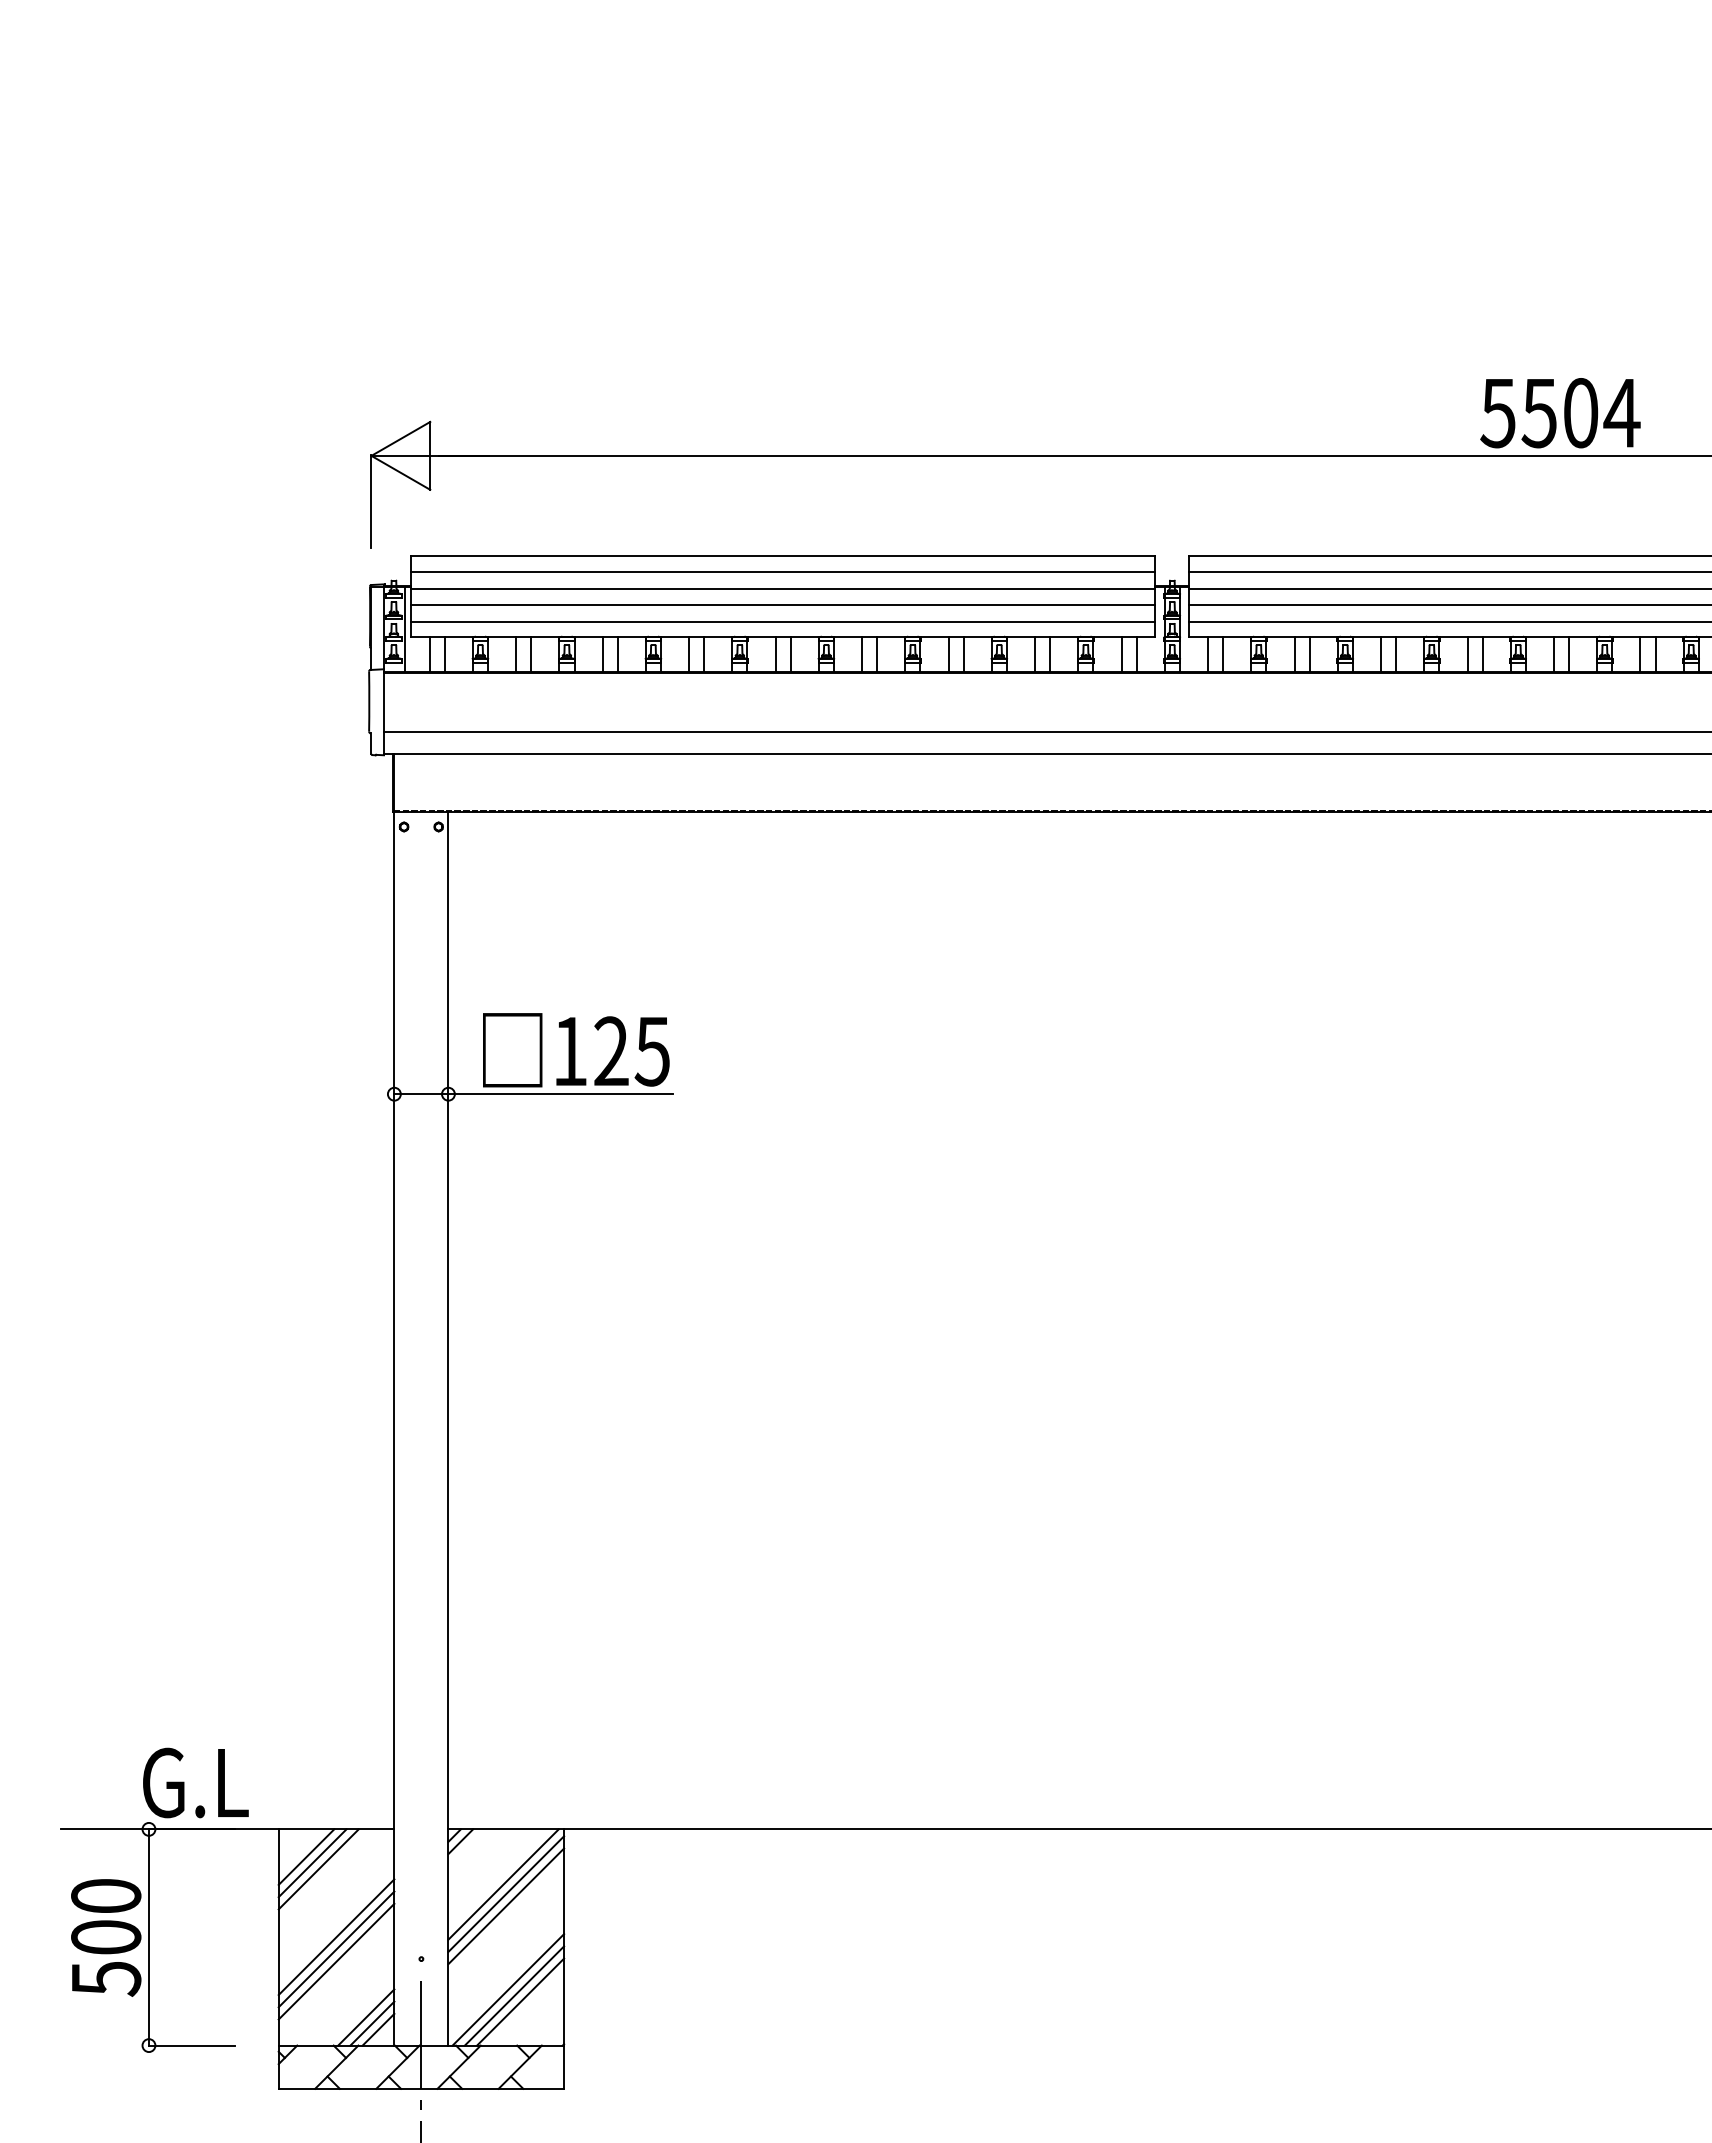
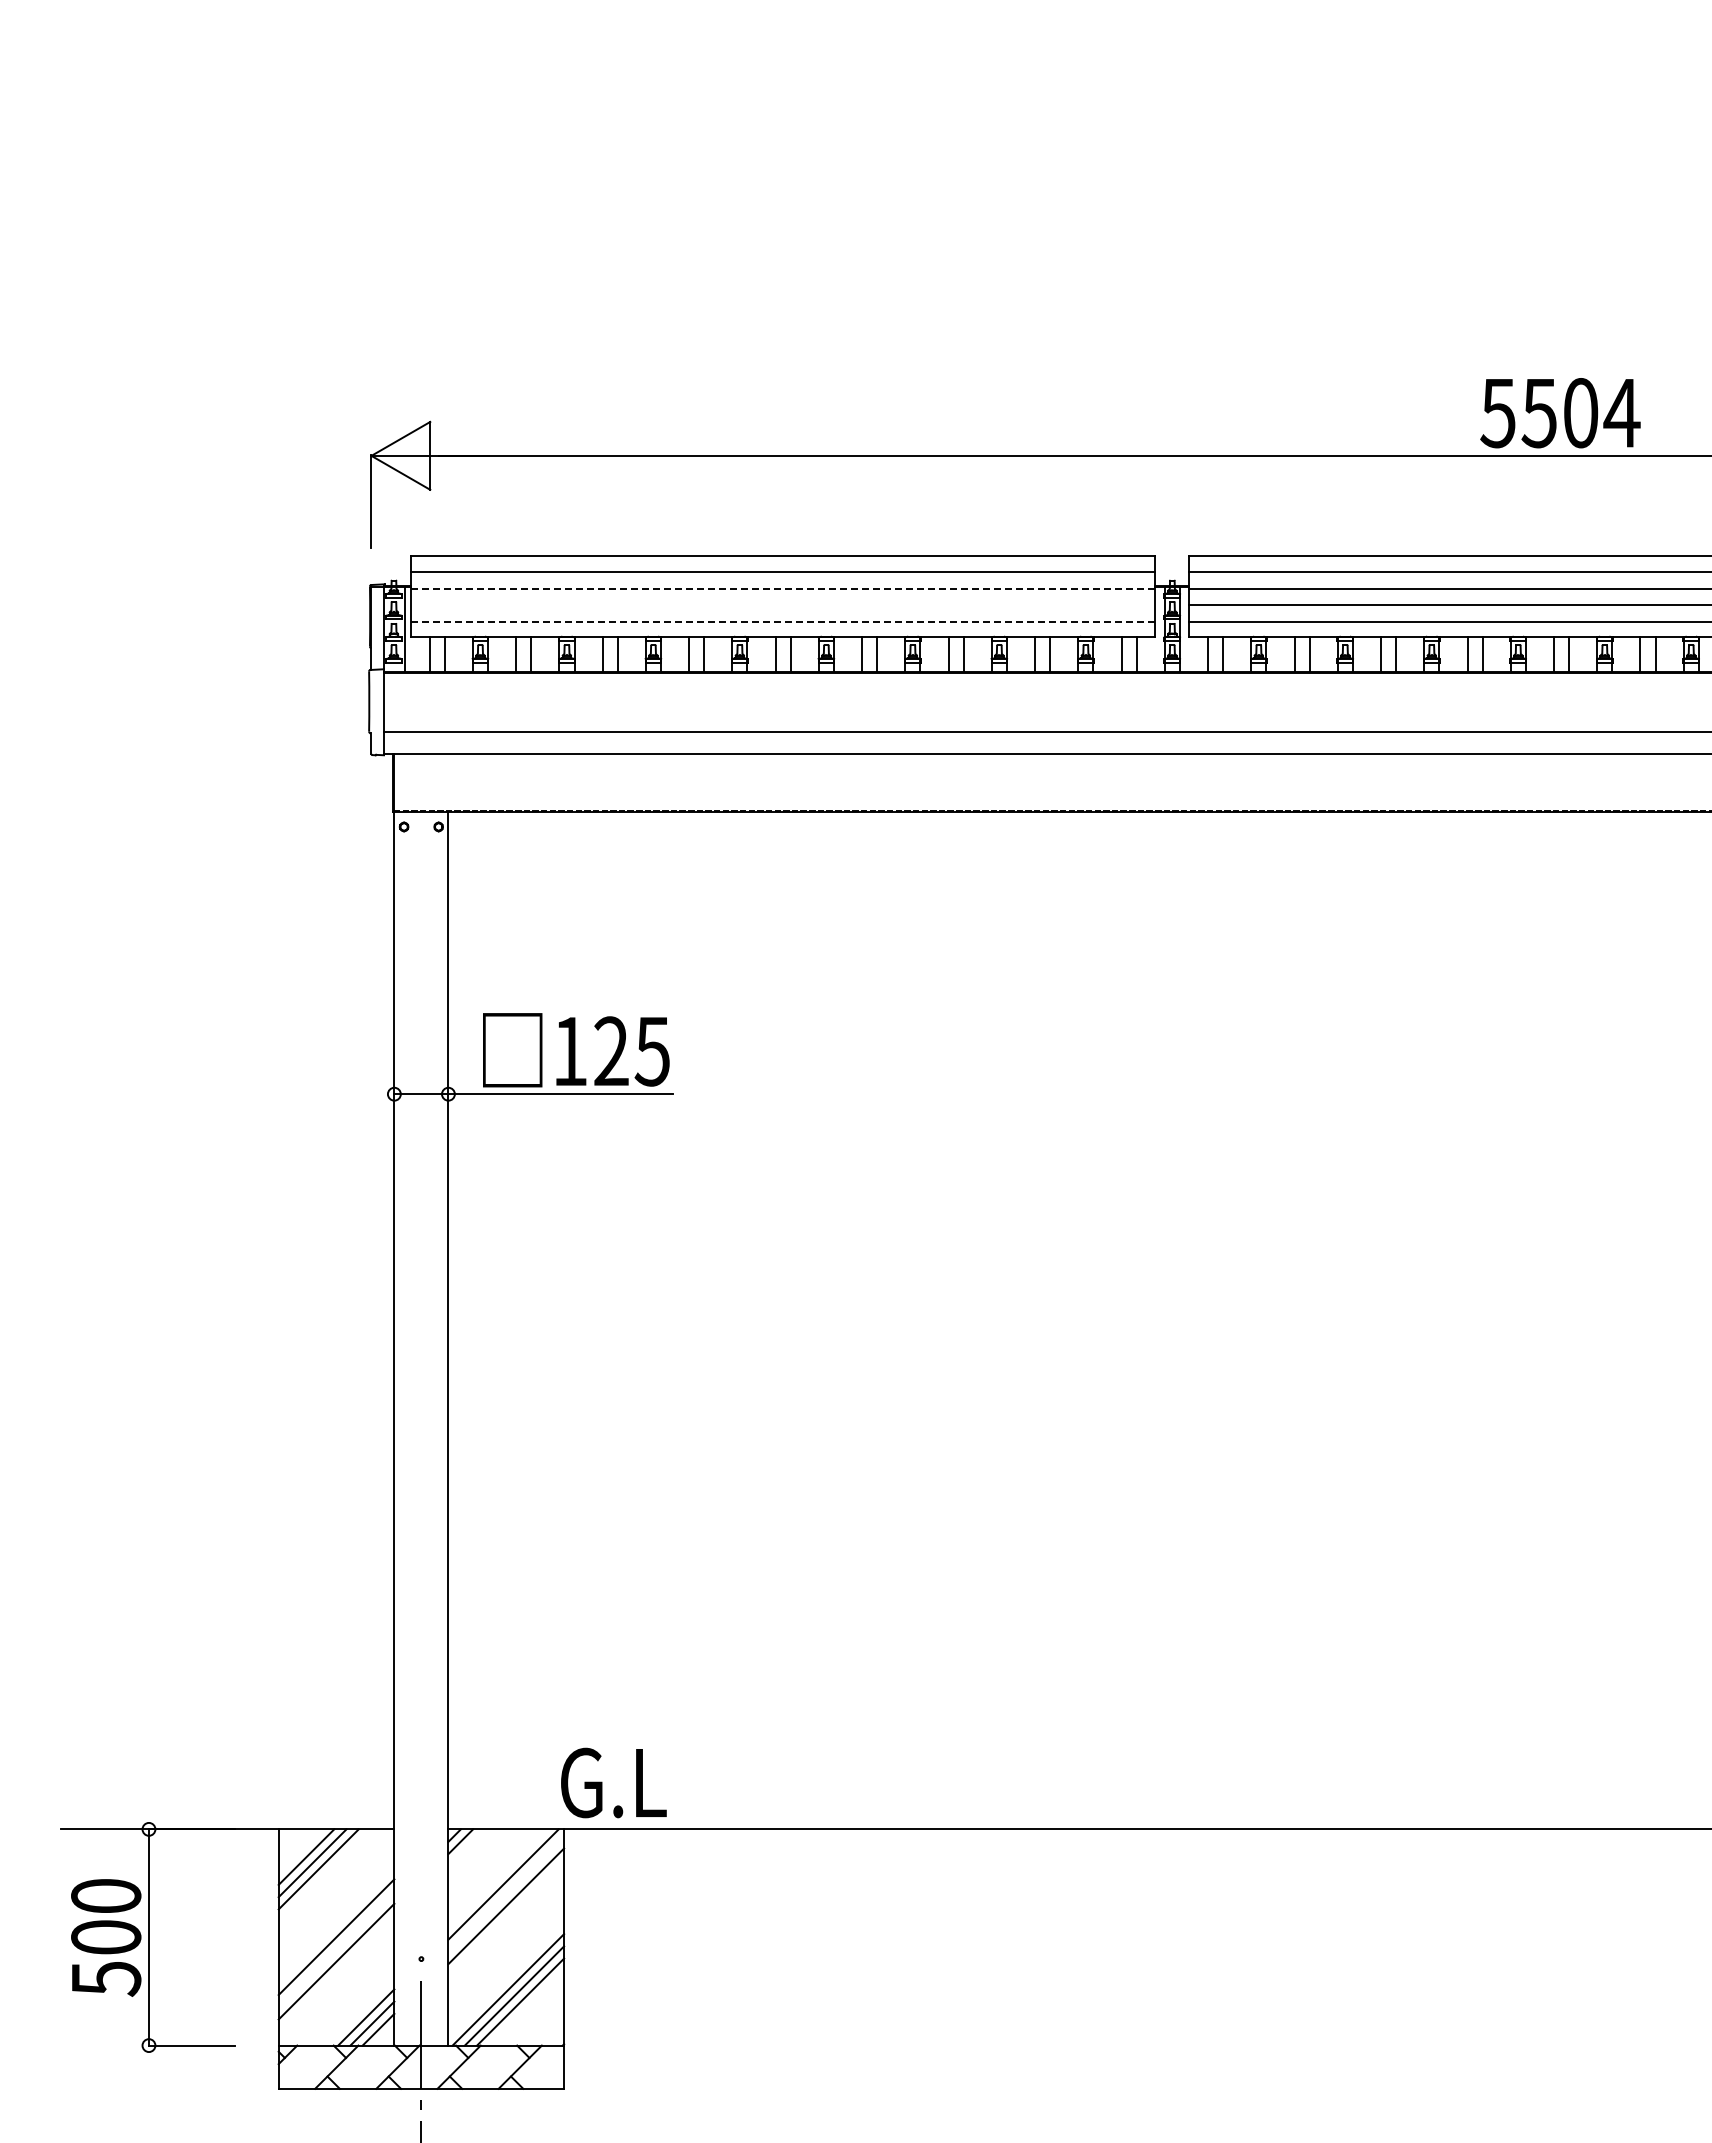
line at (782, 588): solid -> dashed
line at (782, 605): present -> none
line at (783, 621): solid -> dashed
text at (195, 1782) position: (195, 1782) -> (613, 1782)
line at (506, 1893): present -> none
line at (336, 1949): present -> none
